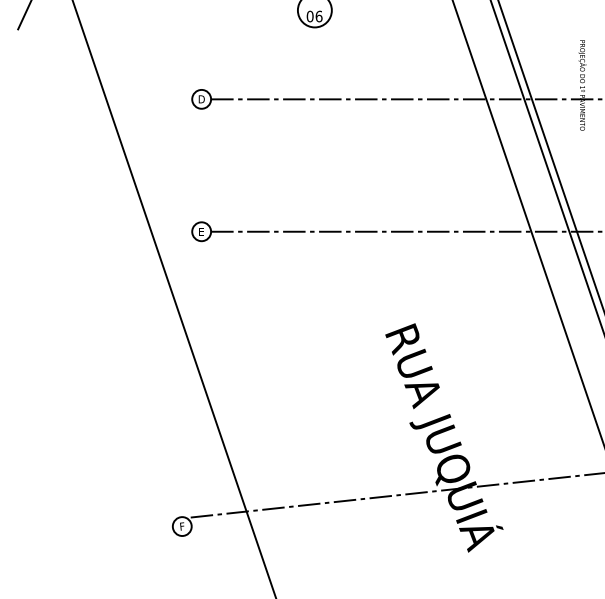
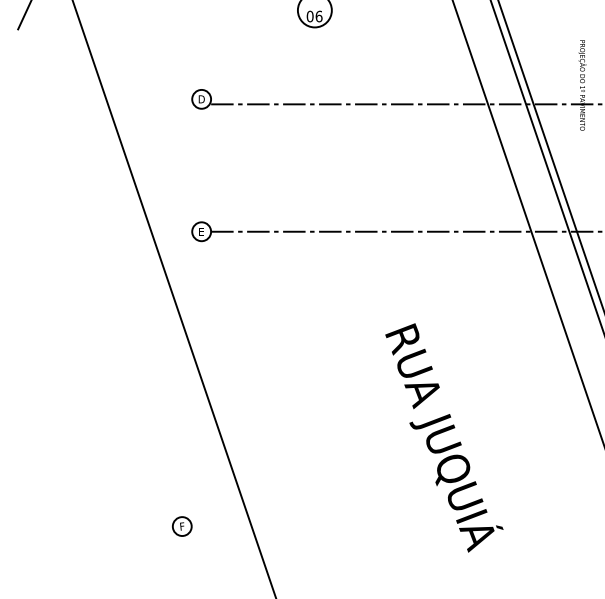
line at (406, 99) position: (406, 99) -> (406, 104)
line at (395, 495): present -> none
